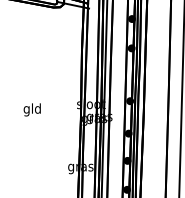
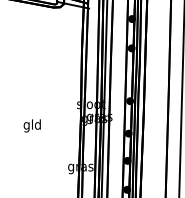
text at (31, 109) position: (31, 109) -> (31, 125)
